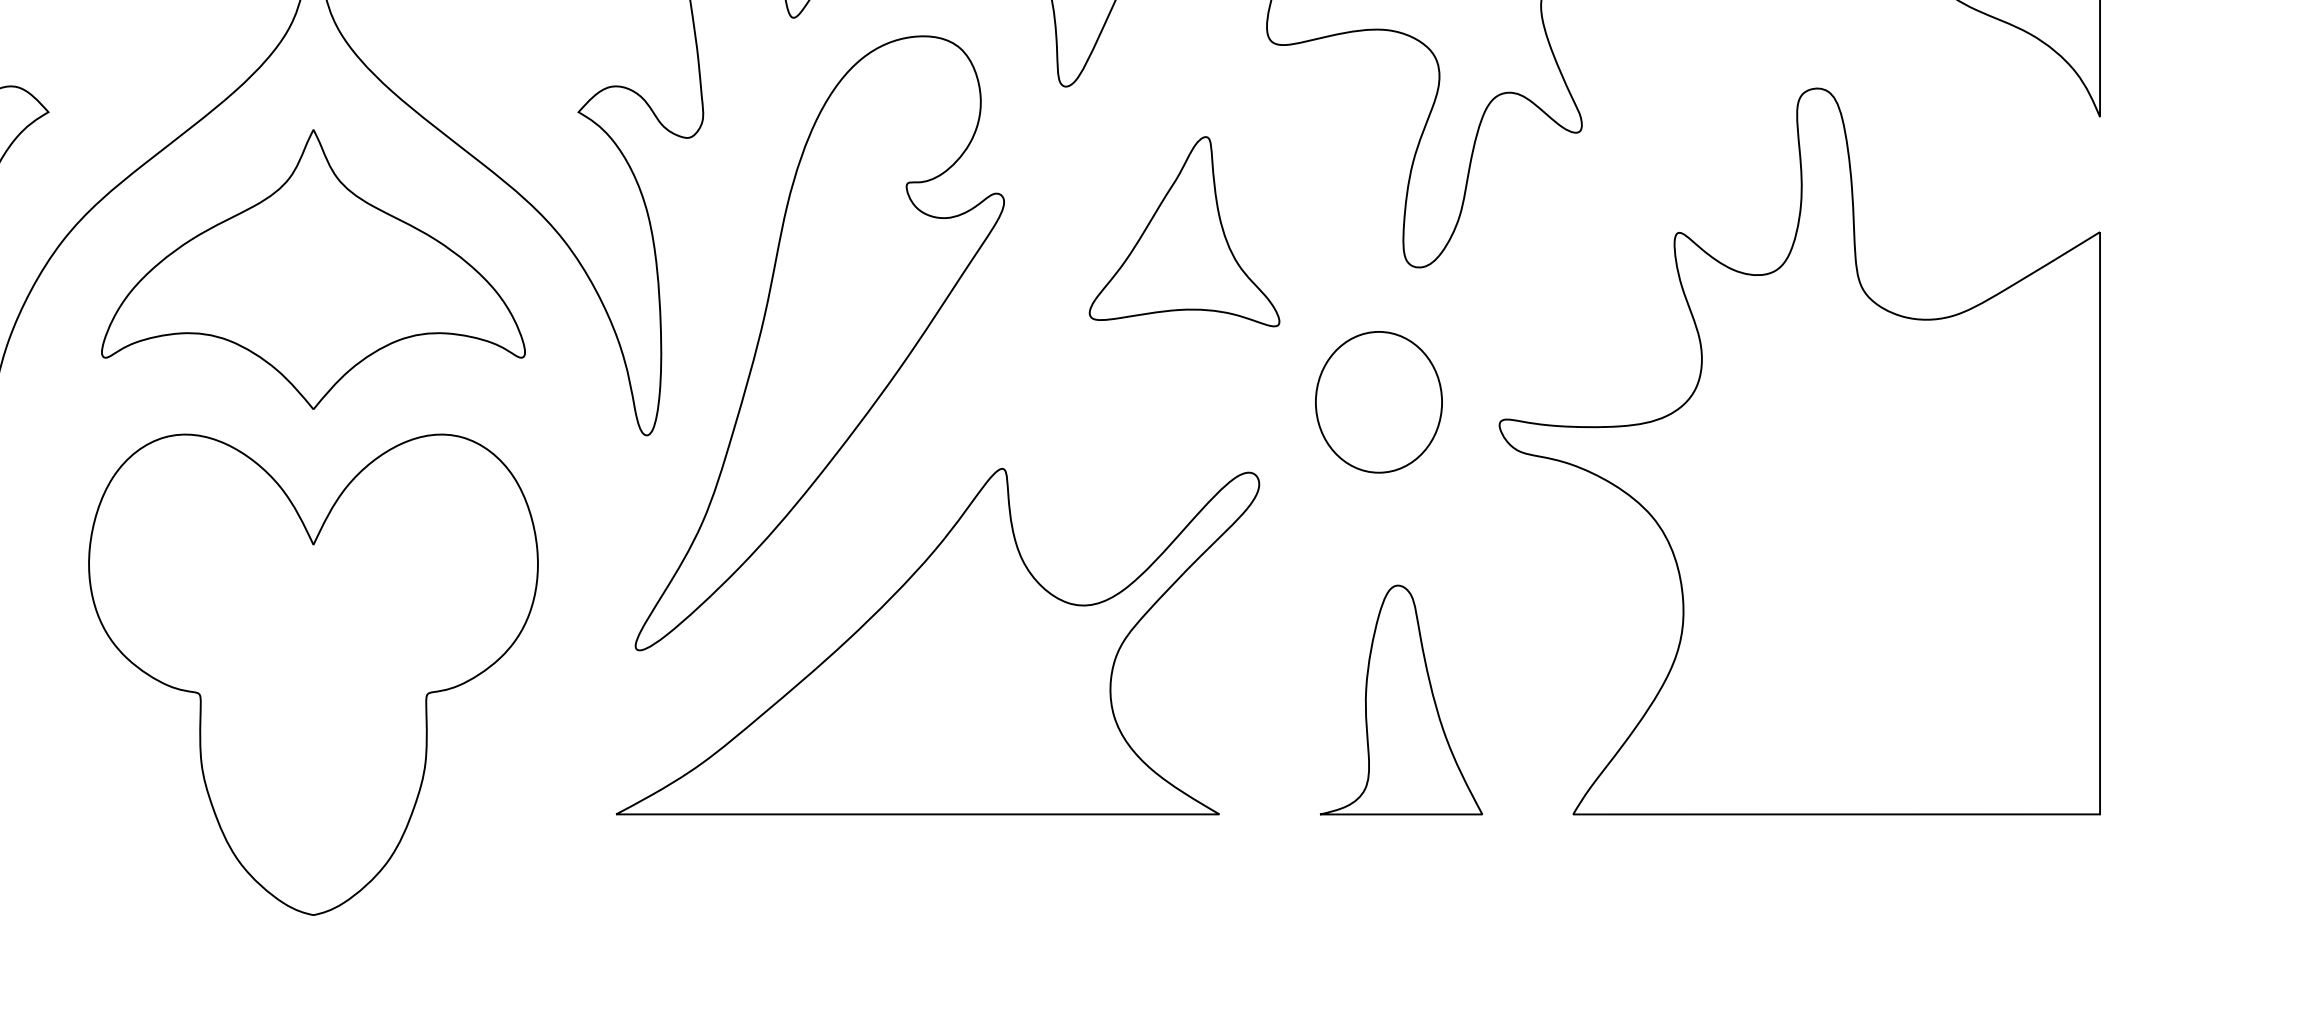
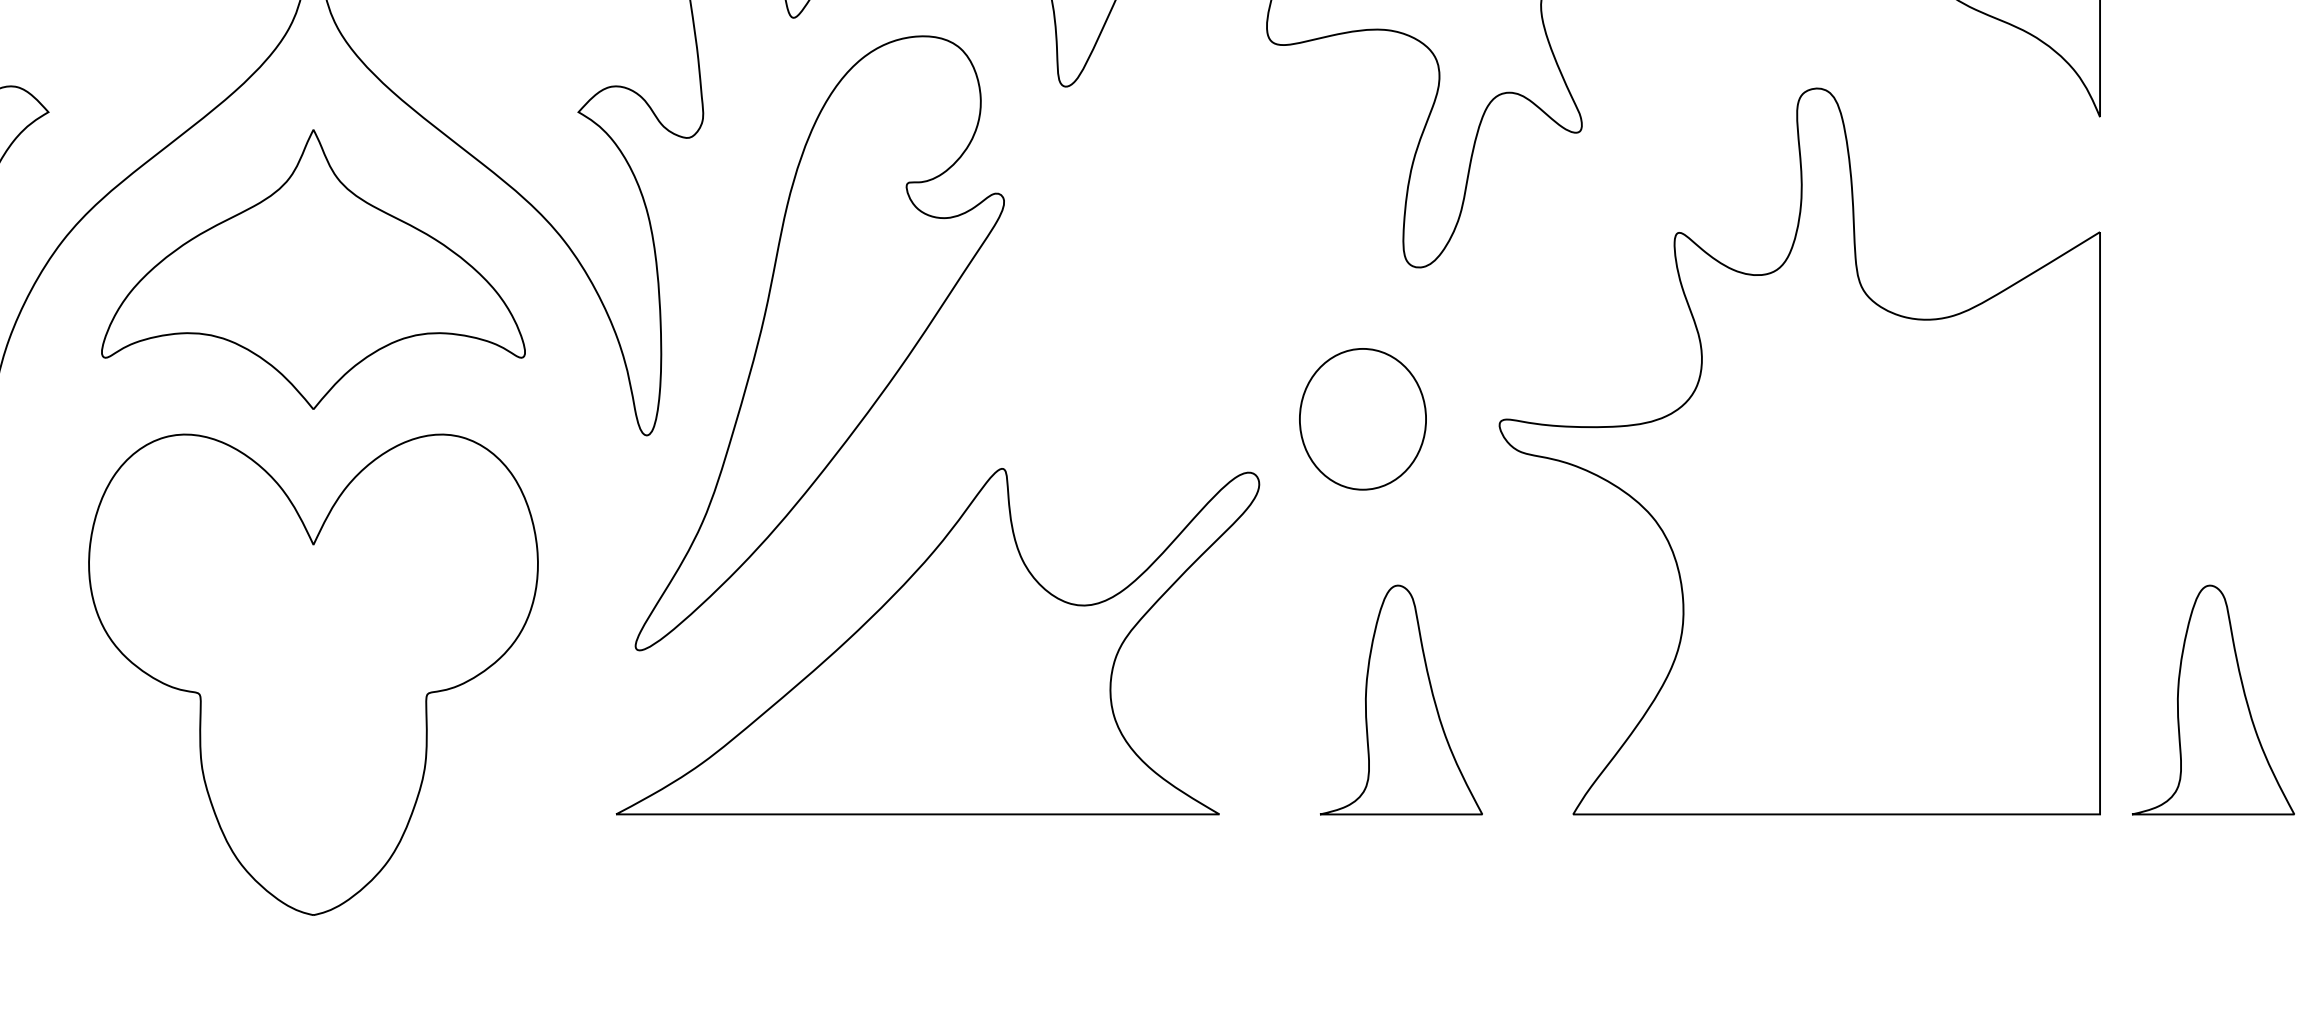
part at (1184, 231): present -> none
part at (1378, 402) position: (1378, 402) -> (1362, 419)
part at (2213, 699): none -> present
